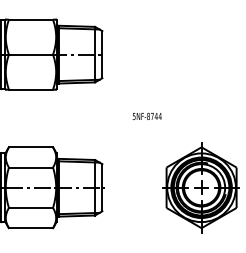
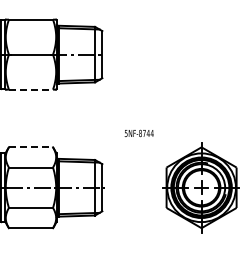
line at (31, 89): solid -> dashed
text at (146, 116) position: (146, 116) -> (138, 133)
line at (31, 147): solid -> dashed
